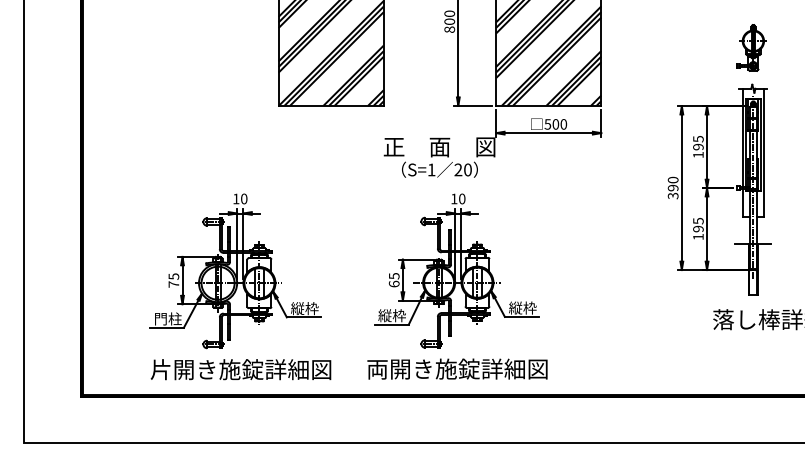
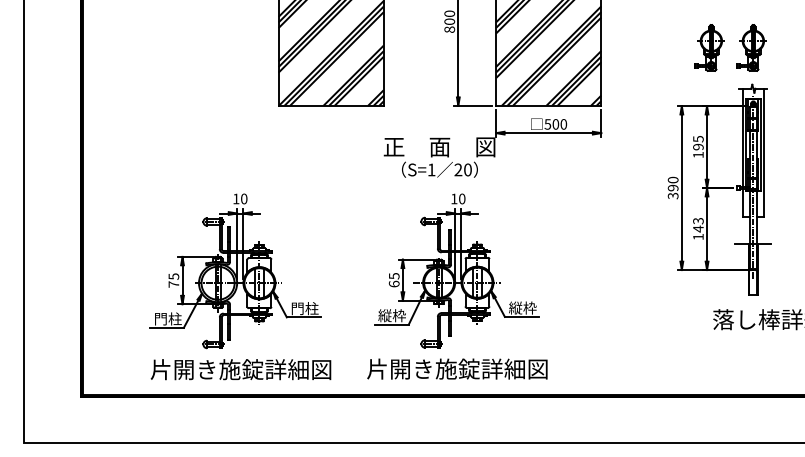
part at (709, 47): none -> present
text at (698, 225): 195 -> 143
text at (304, 308): 縦枠 -> 門柱
text at (377, 368): 両開き施錠詳細図 -> 片開き施錠詳細図
